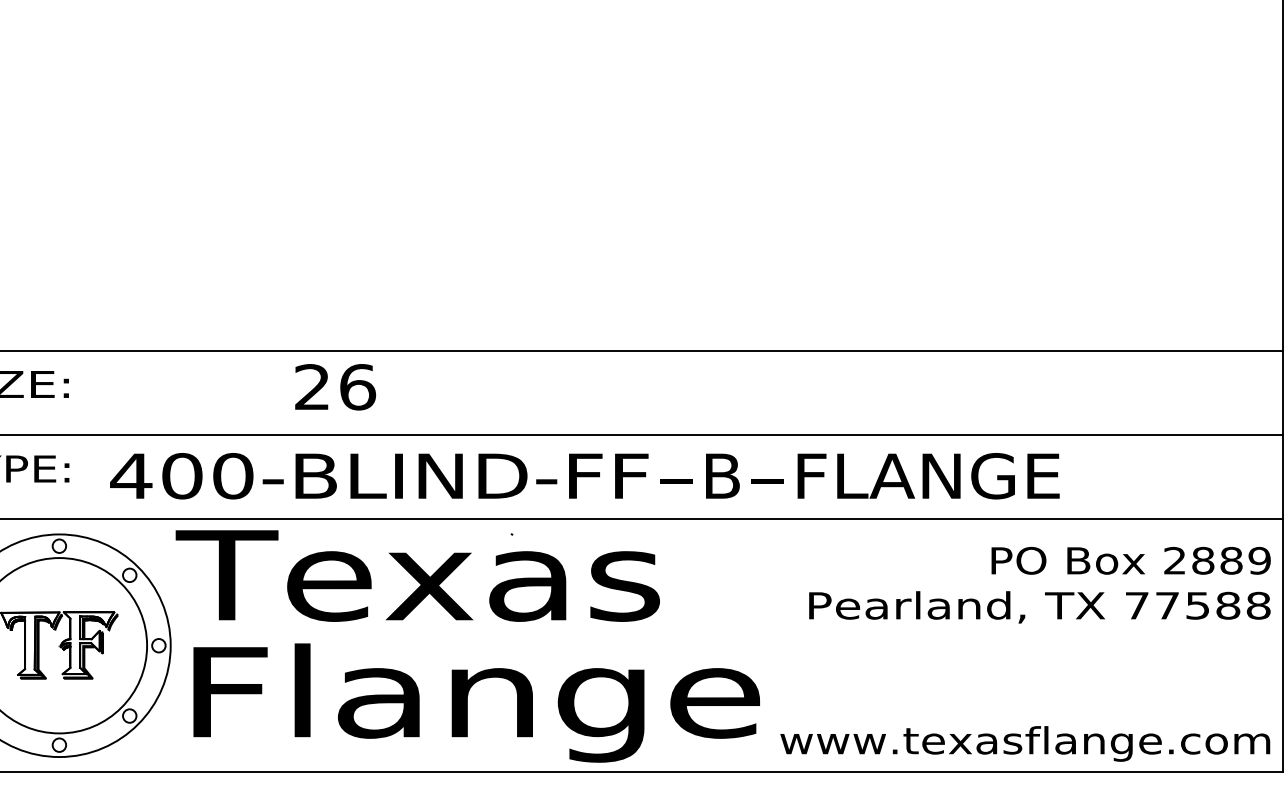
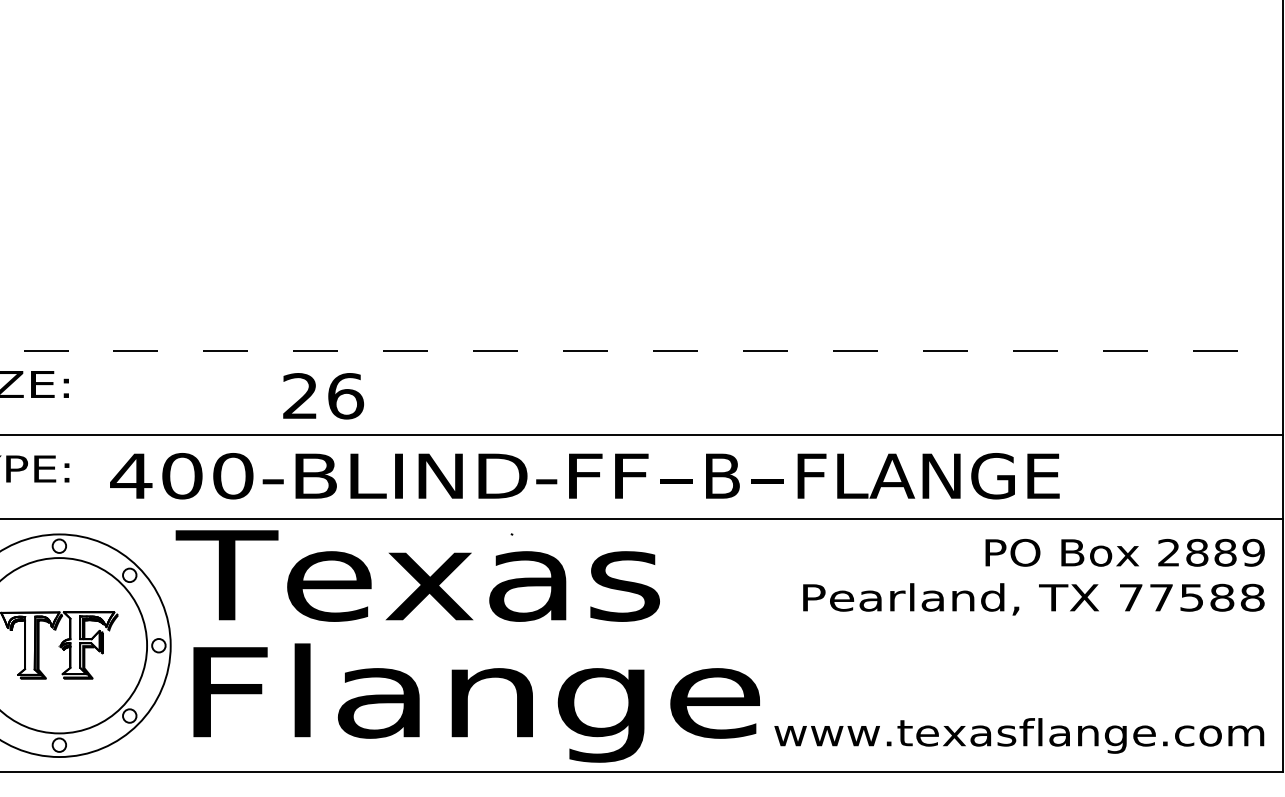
line at (641, 350): solid -> dashed
text at (335, 387) position: (335, 387) -> (323, 396)
text at (1025, 653) position: (1025, 653) -> (1019, 645)
